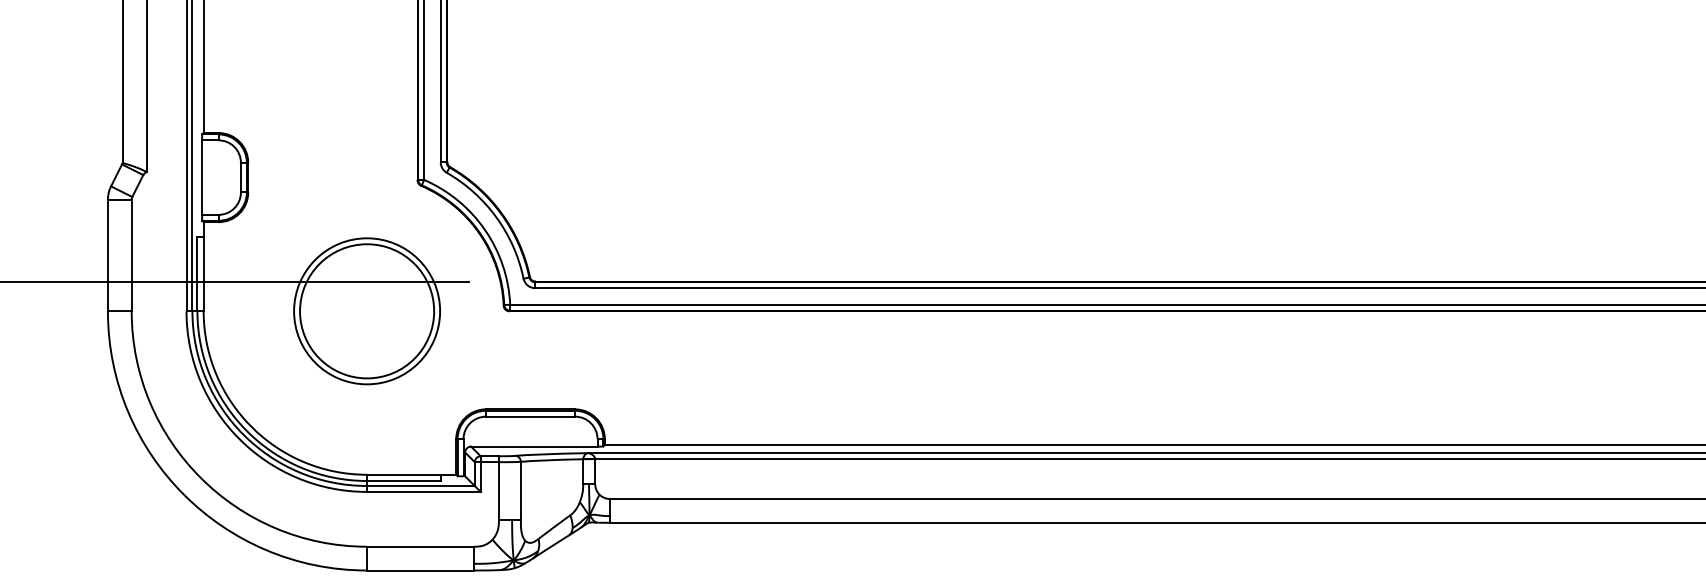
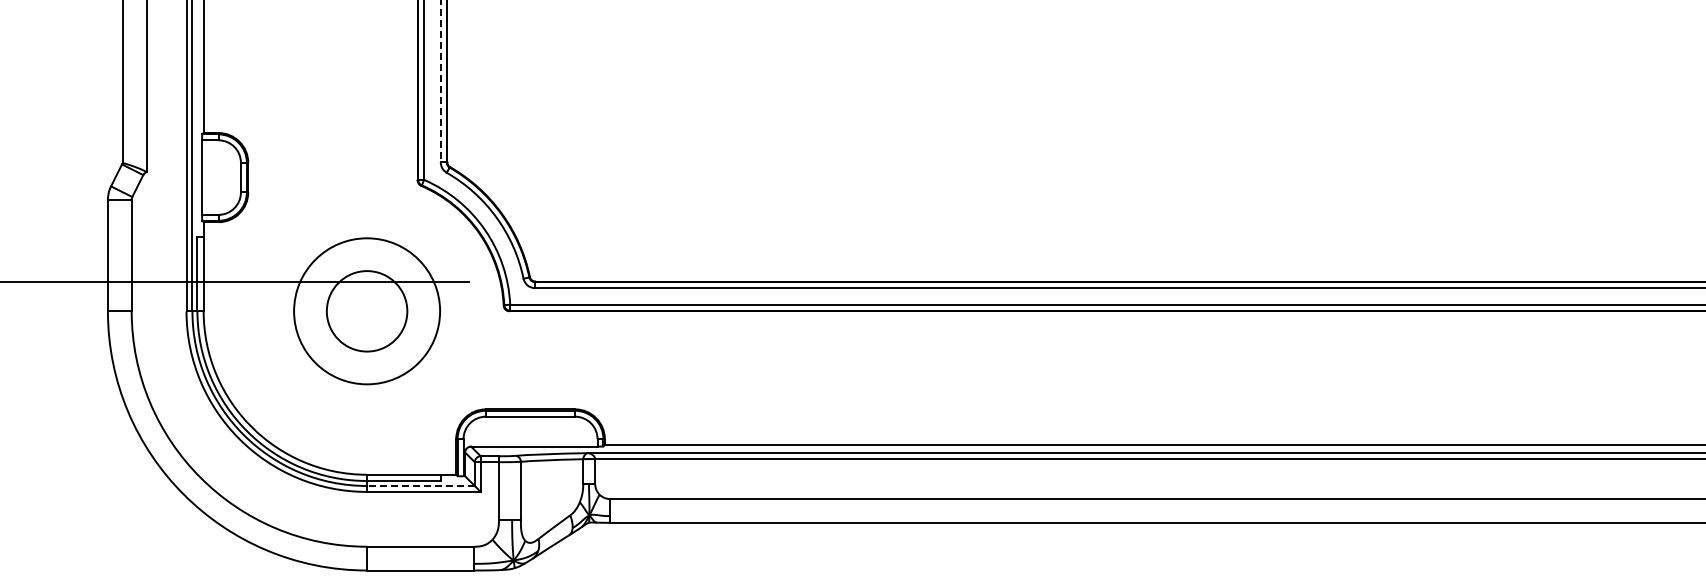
line at (440, 81): solid -> dashed
circle at (367, 311) diameter: 134 px -> 80 px
line at (420, 485): solid -> dashed
